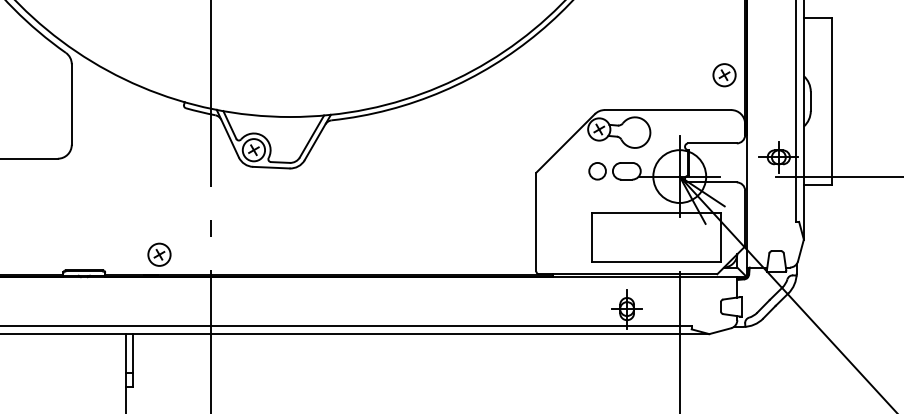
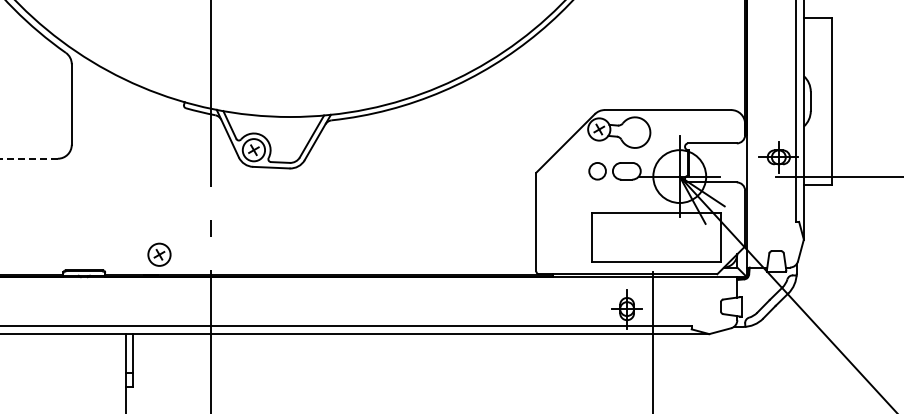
part at (724, 75): present -> none
line at (28, 158): solid -> dashed
line at (679, 341) position: (679, 341) -> (652, 341)
